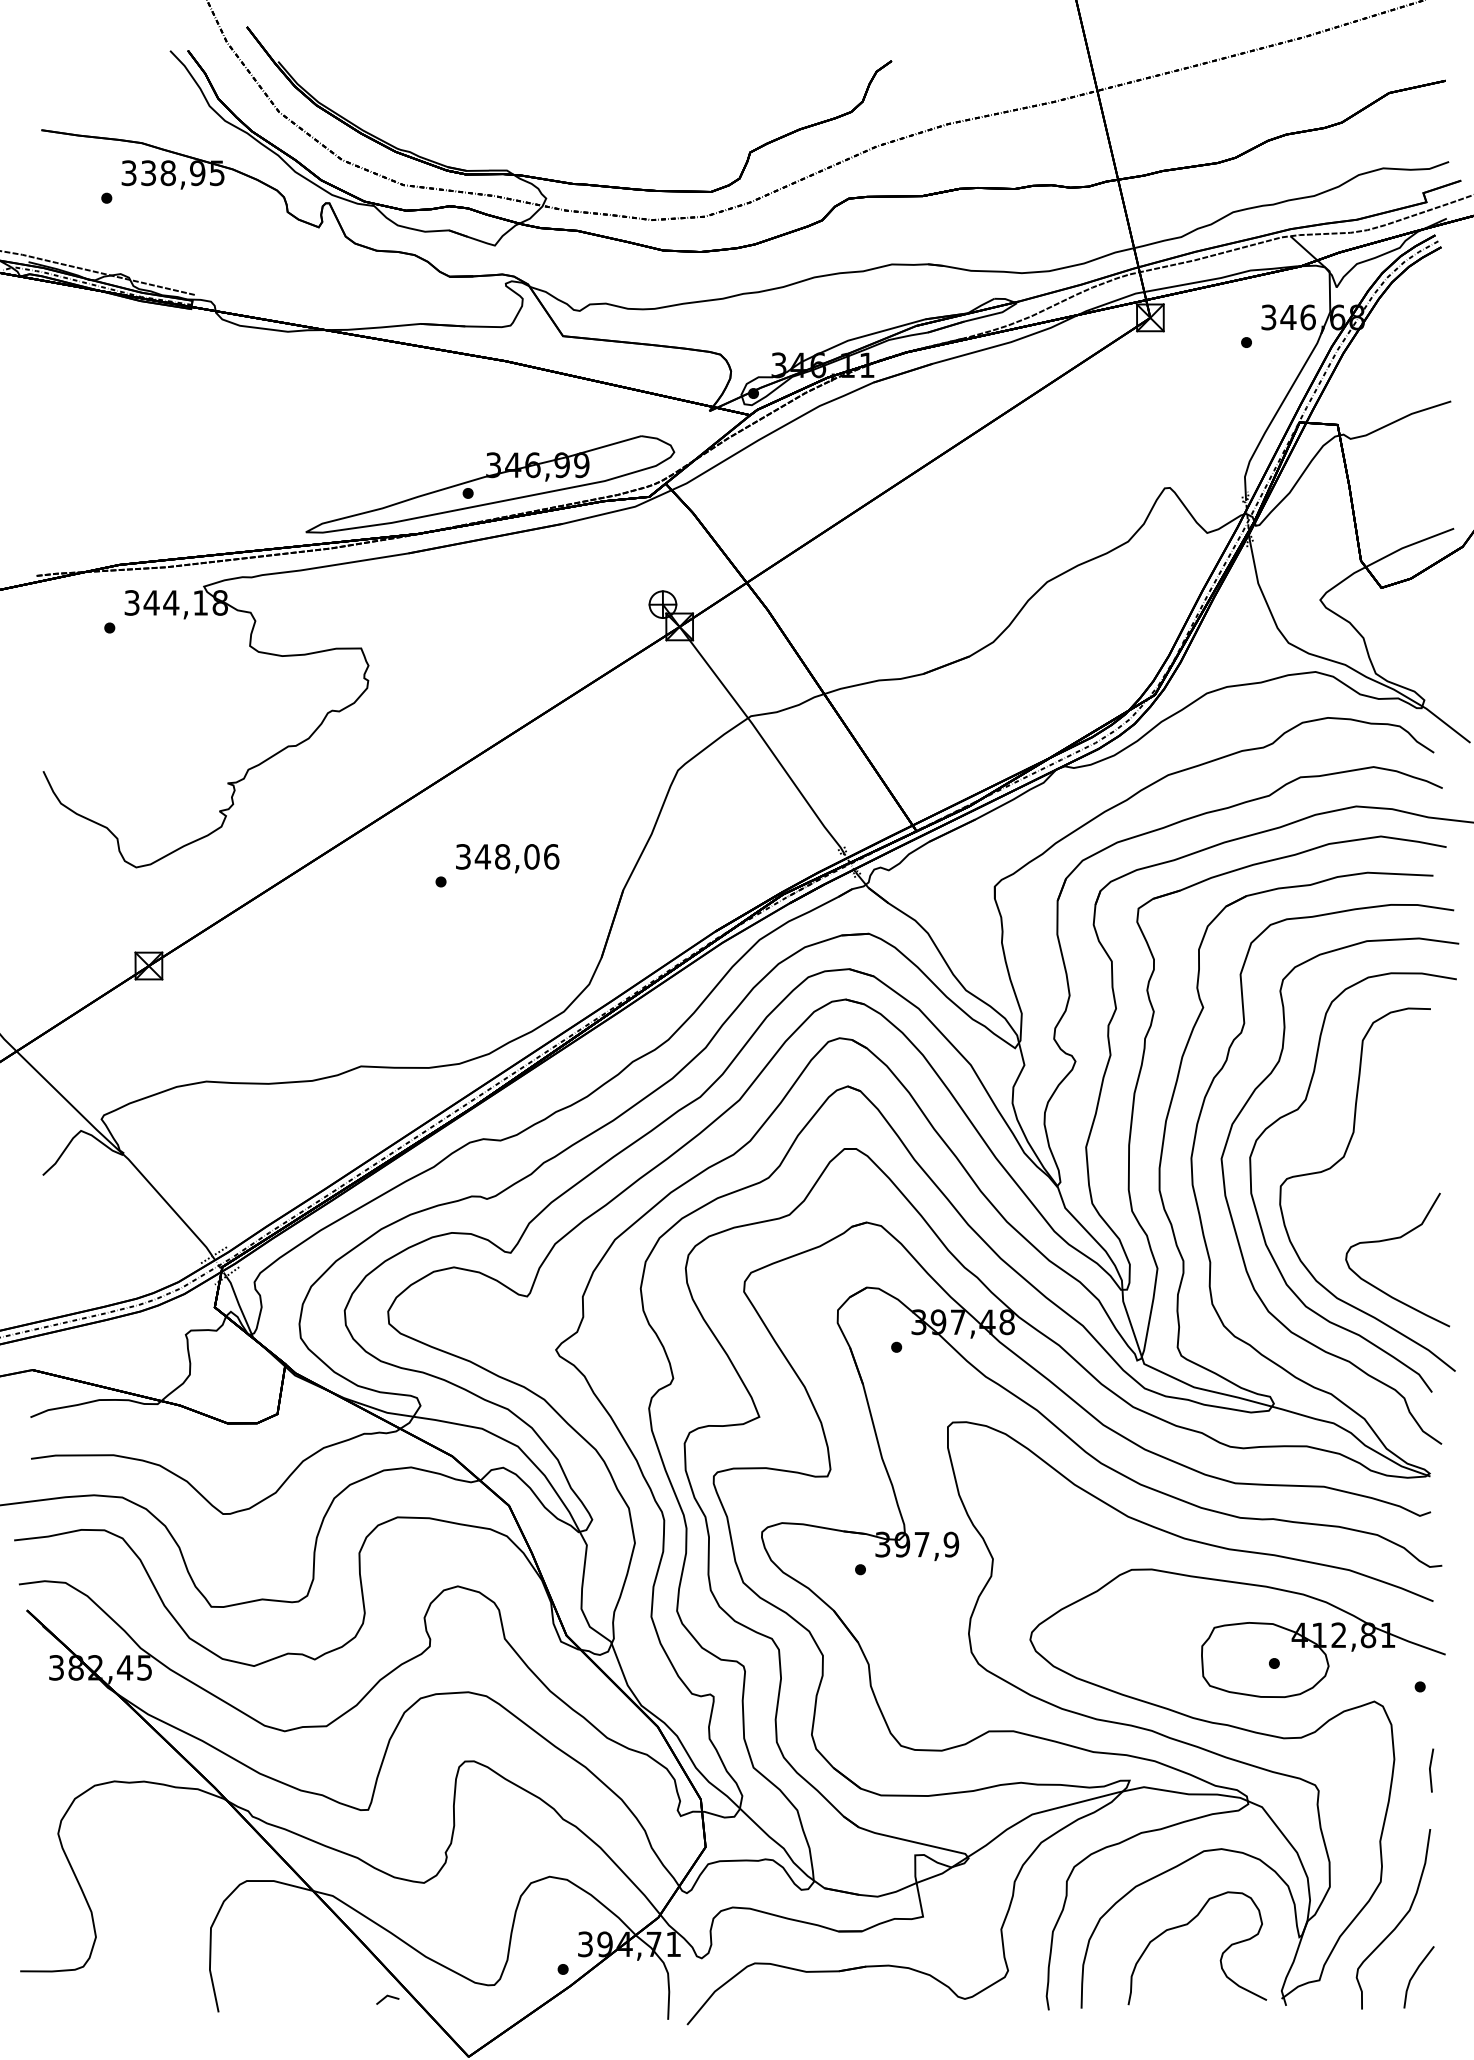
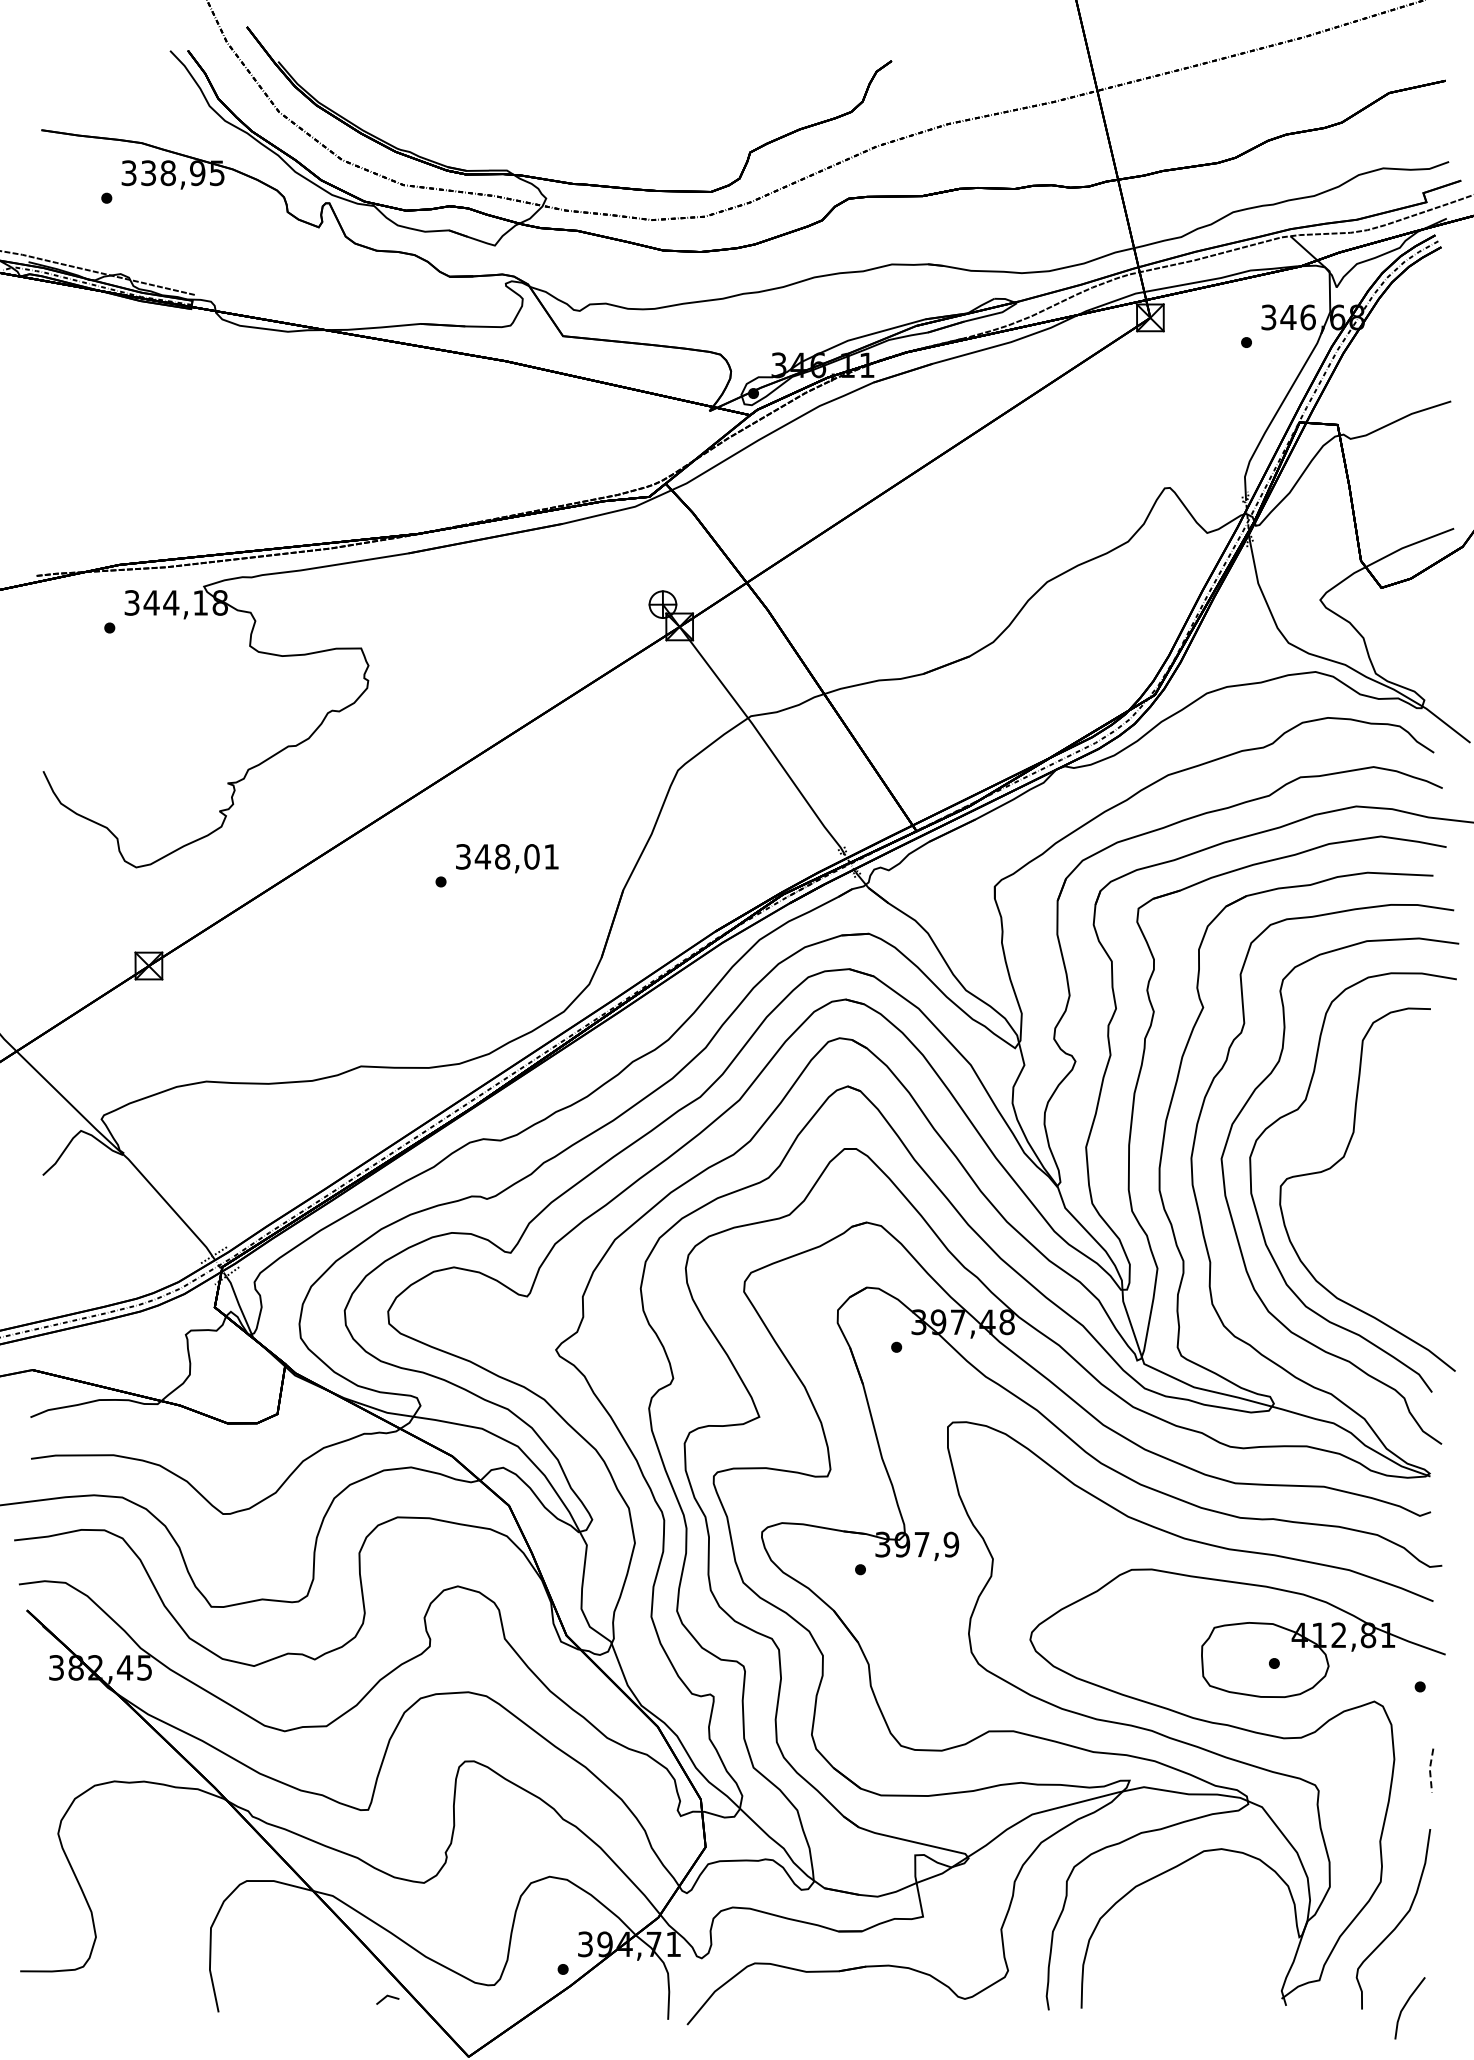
part at (490, 484): present -> none
text at (551, 856): 348,06 -> 348,01
curve at (1395, 1239): present -> none
line at (1429, 1769): solid -> dashed
curve at (1220, 1957): present -> none
line at (1414, 1975) position: (1414, 1975) -> (1405, 2006)
